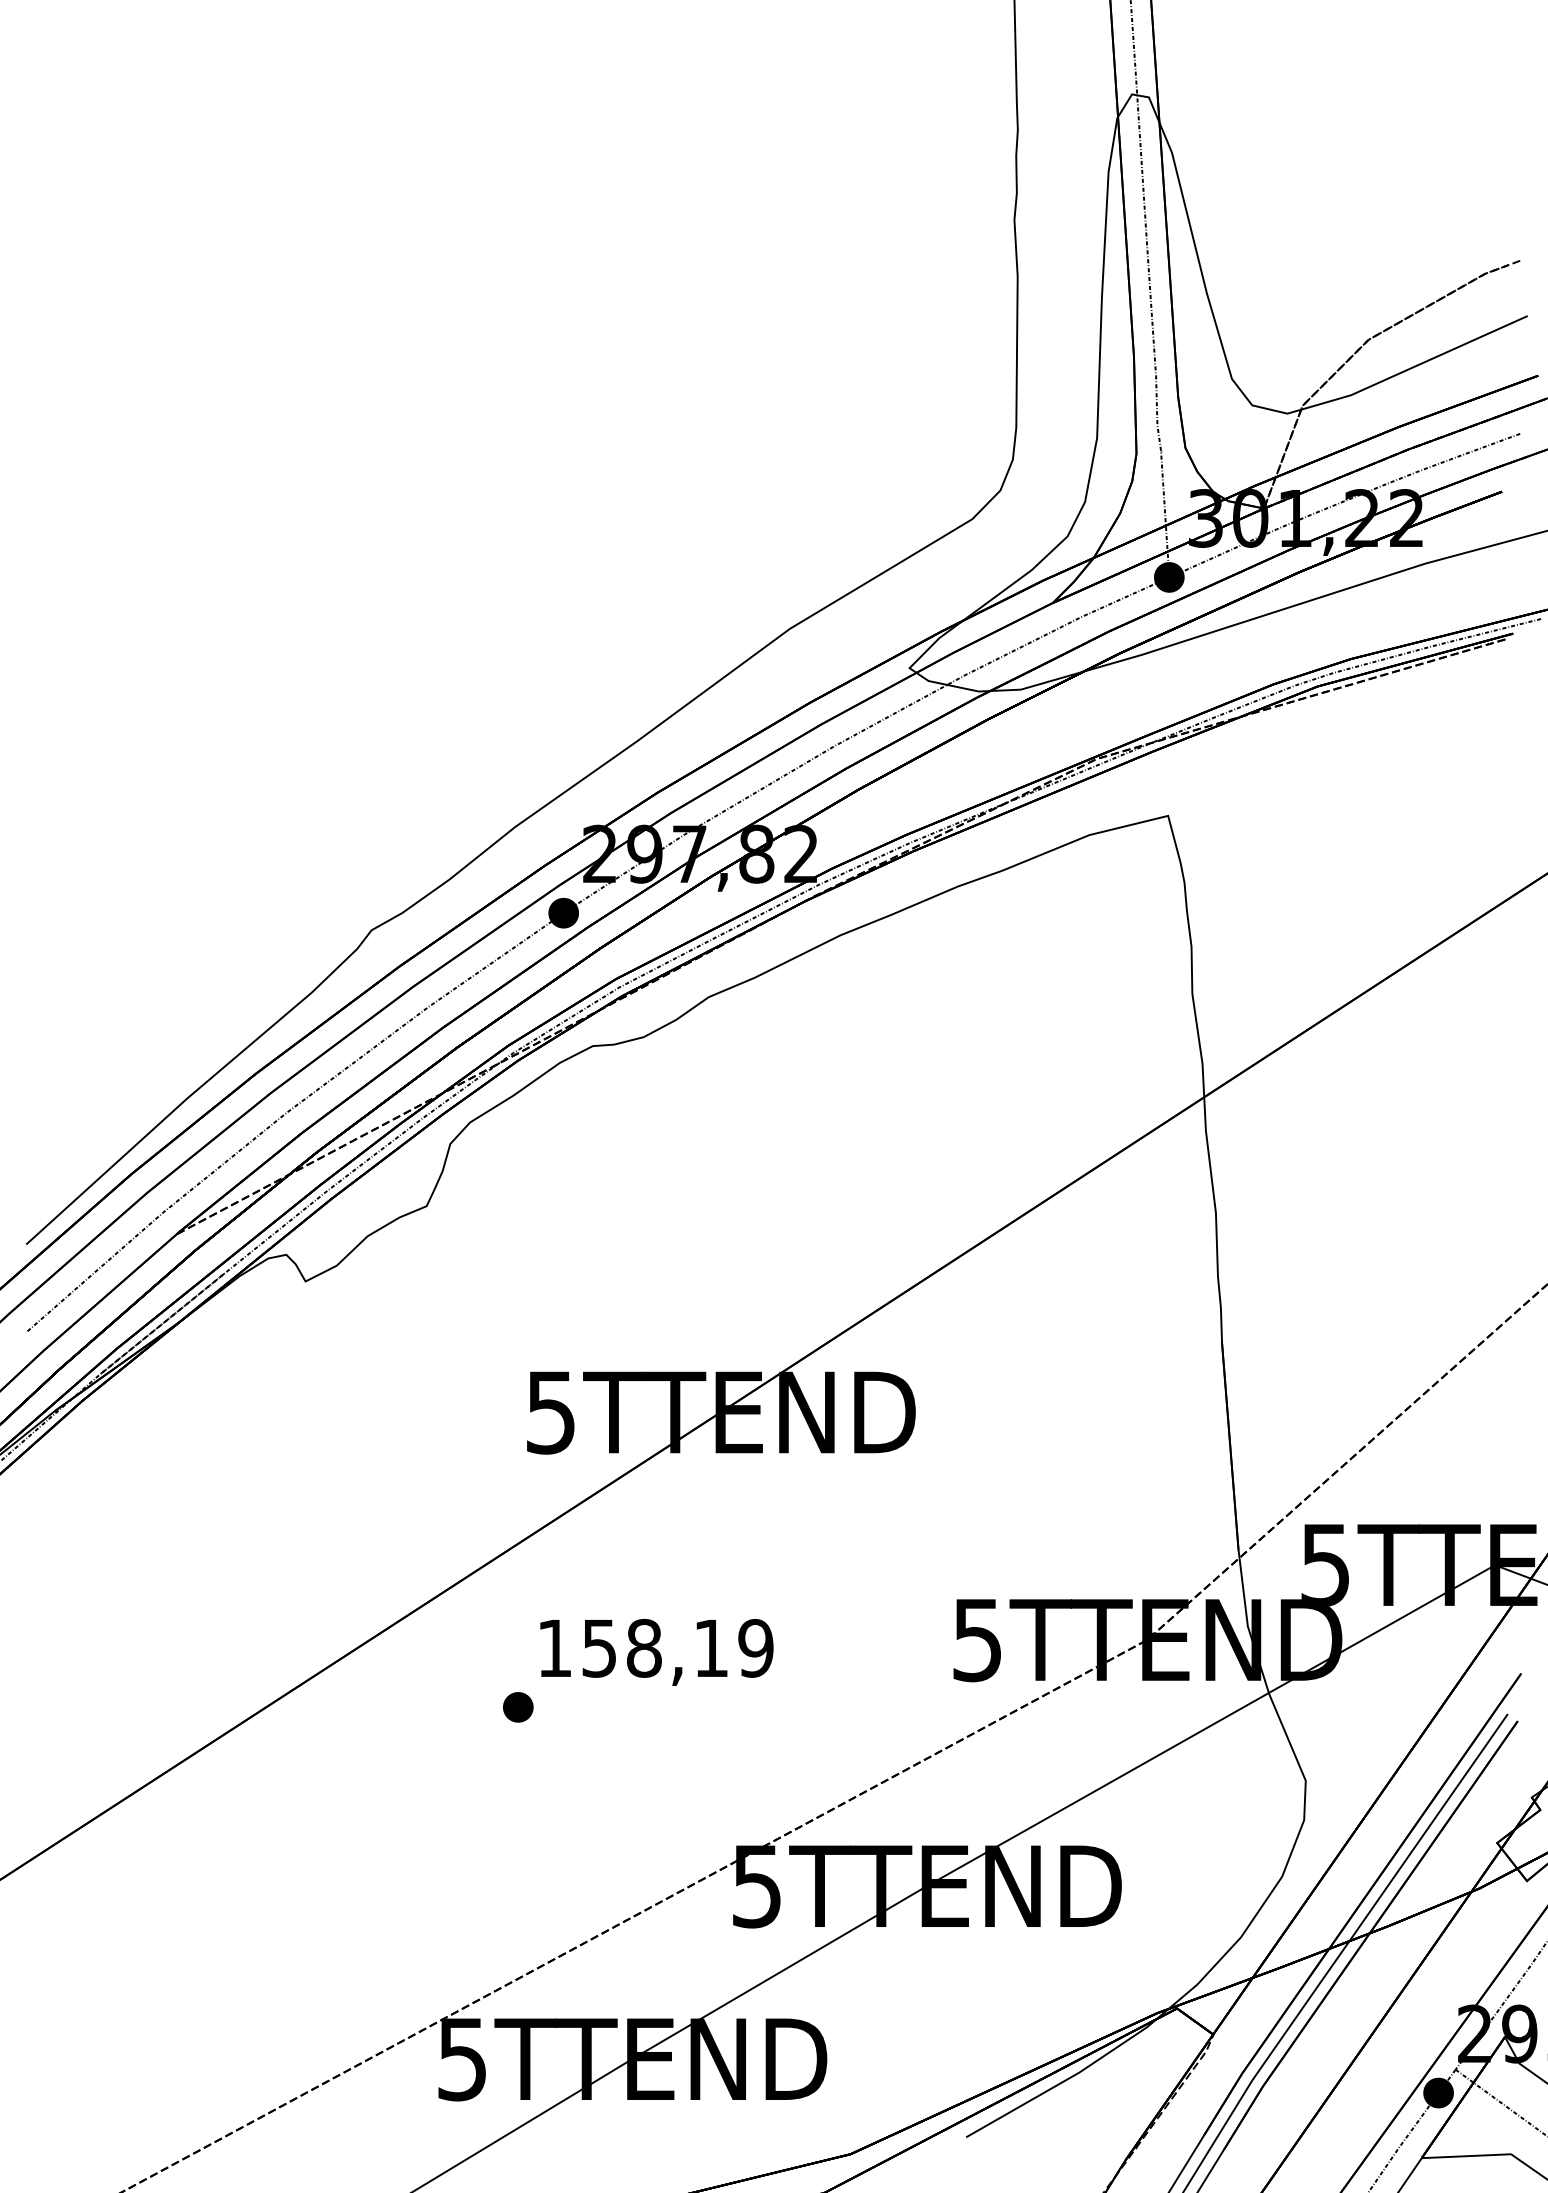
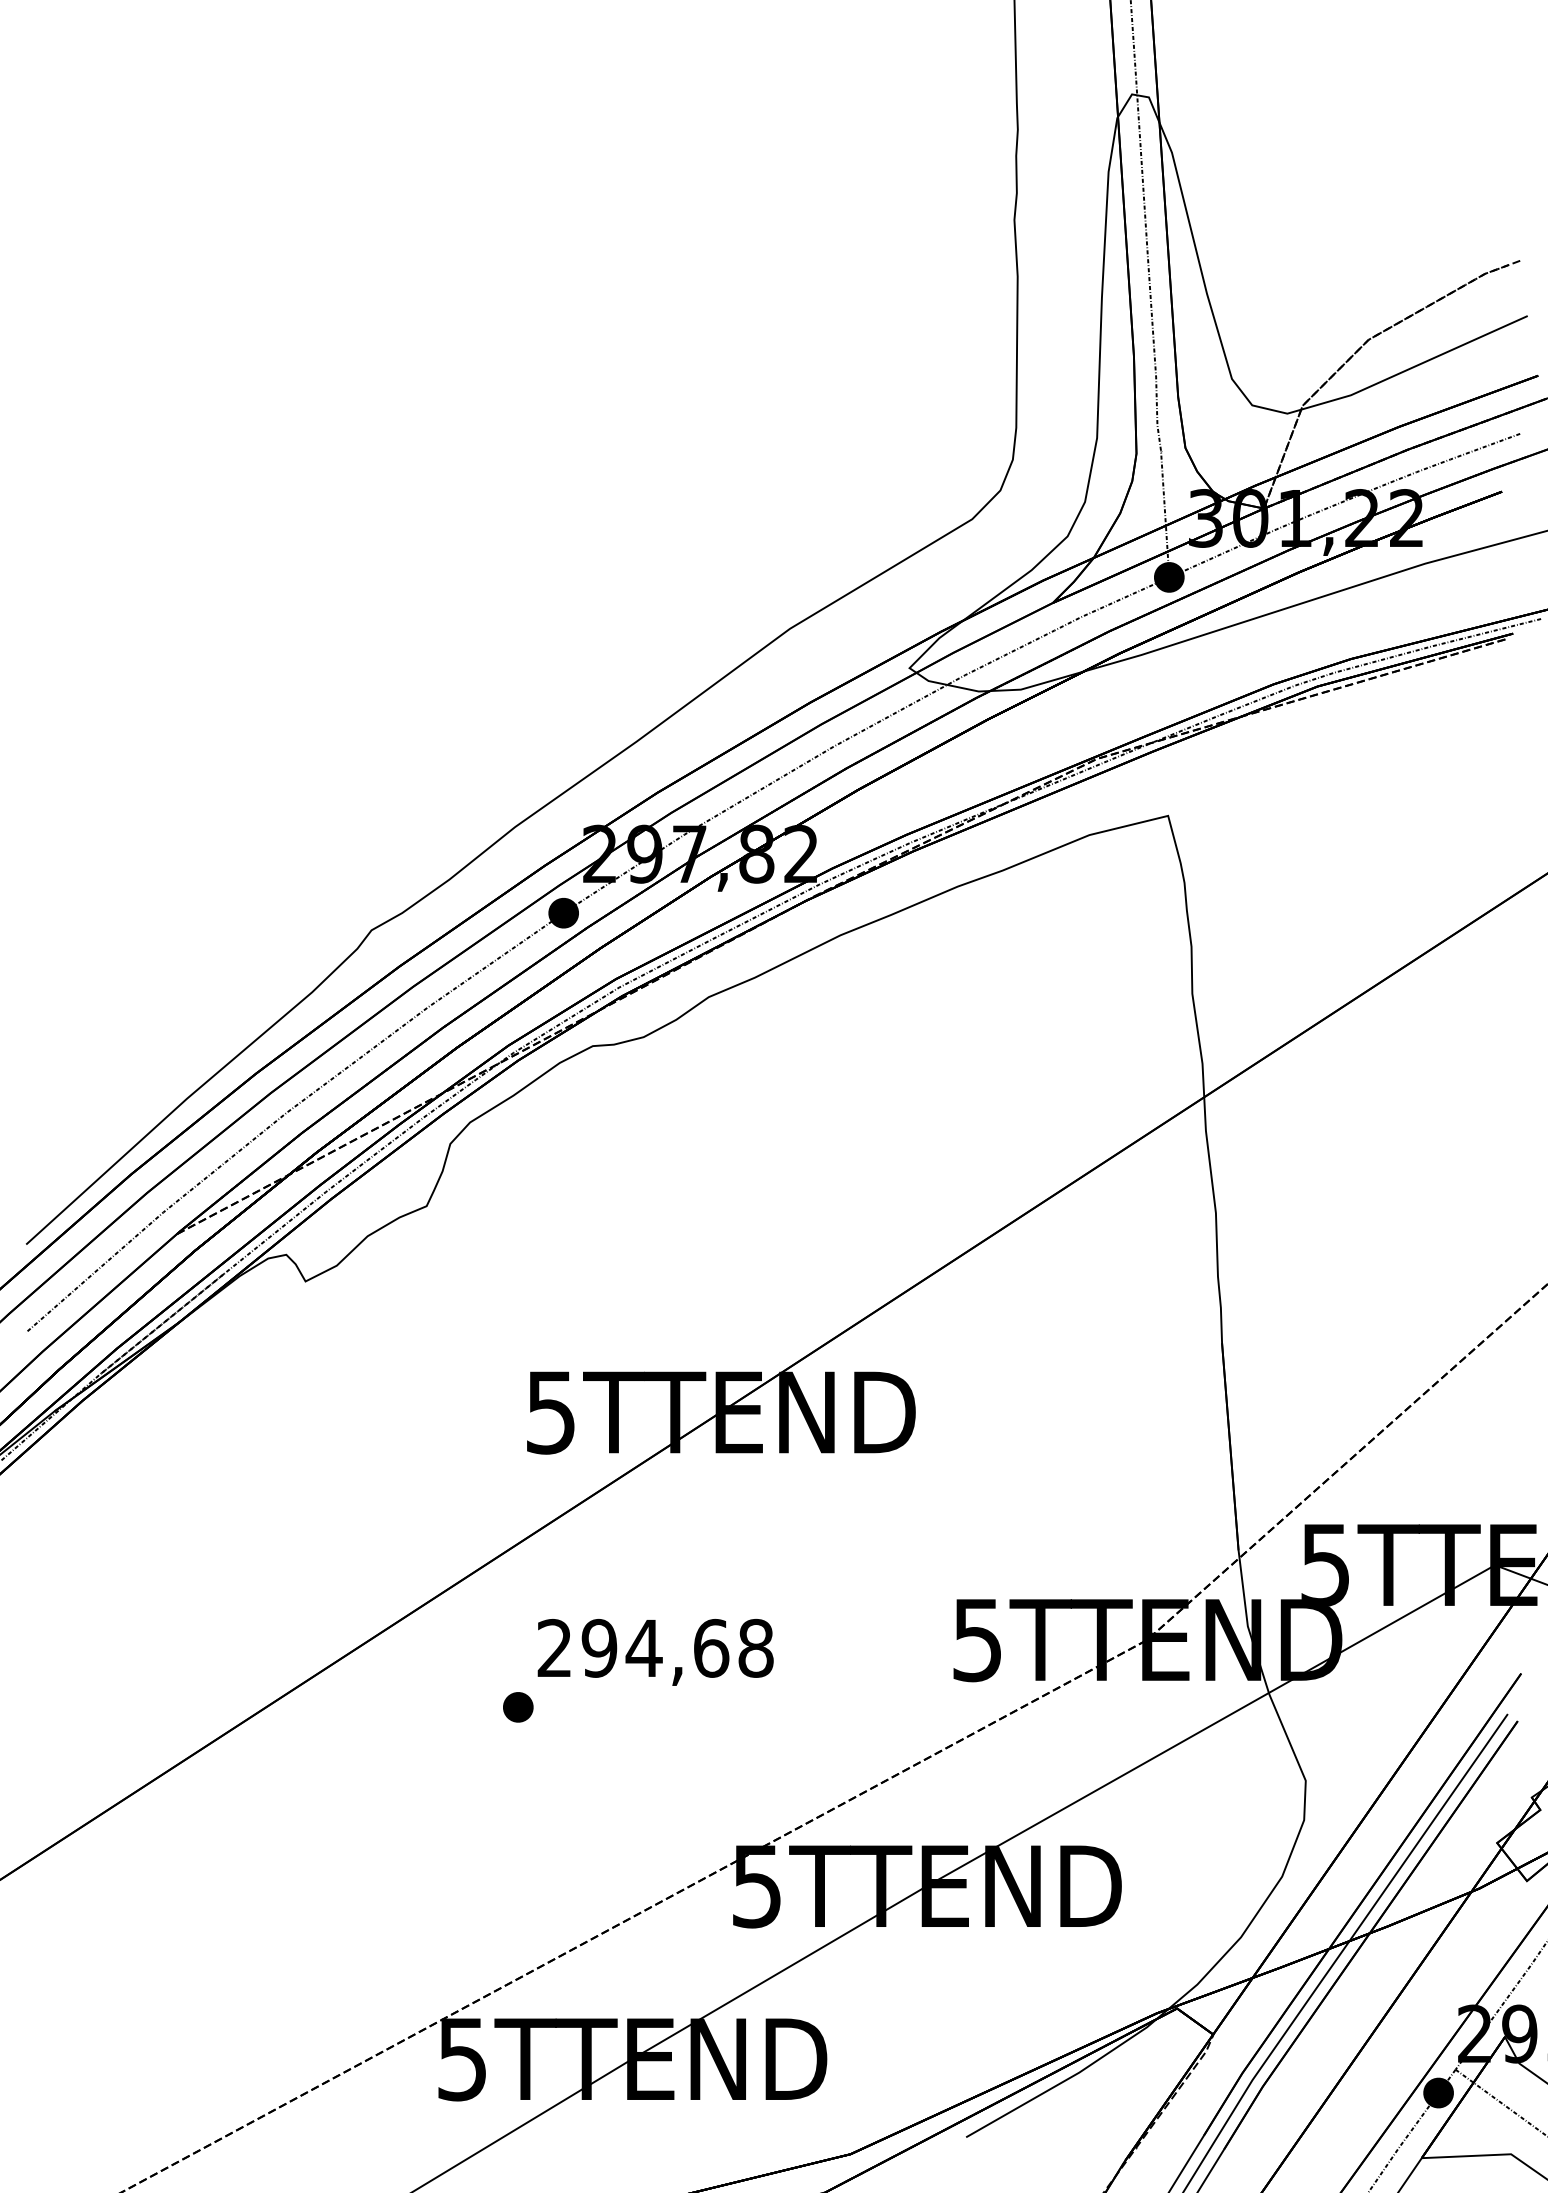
text at (655, 1647): 158,19 -> 294,68
